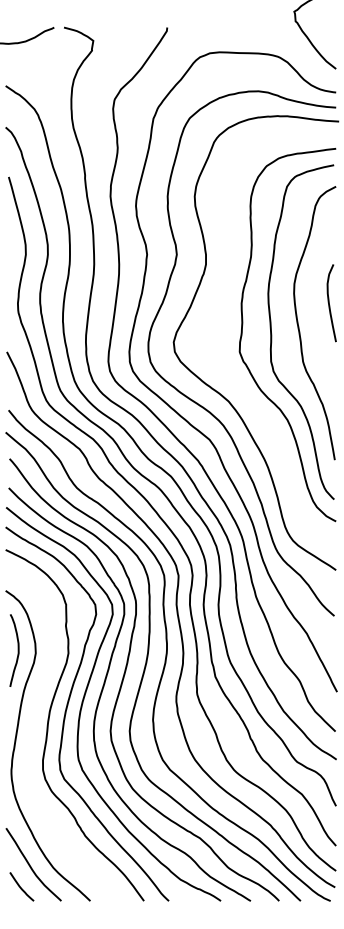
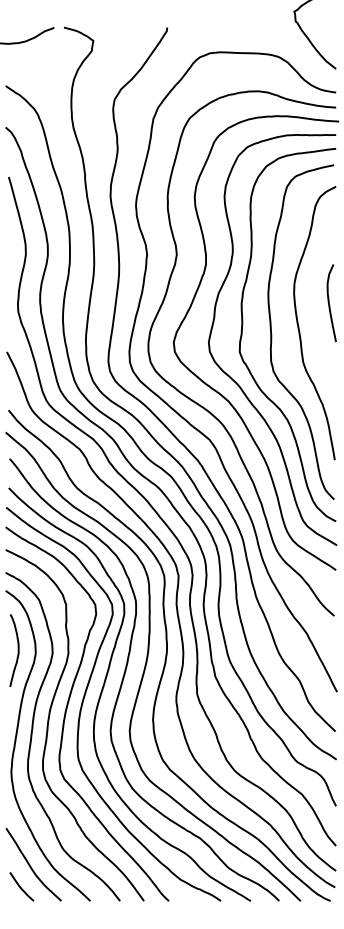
curve at (236, 381): none -> present
curve at (33, 729): none -> present
